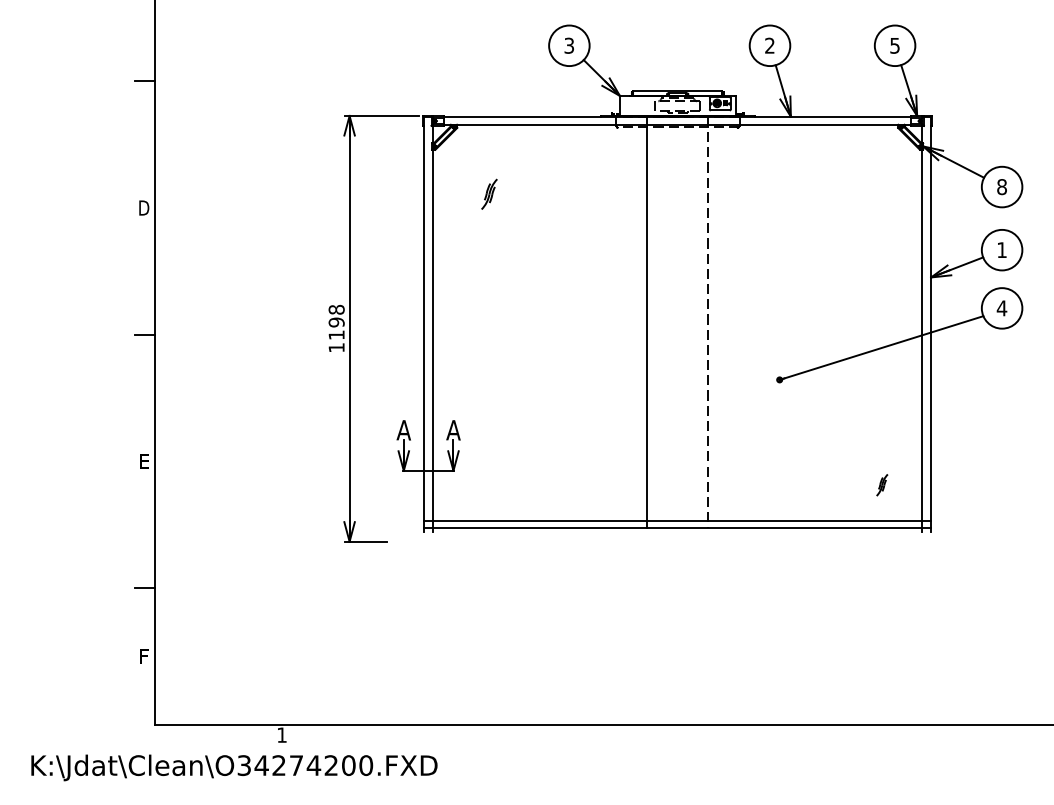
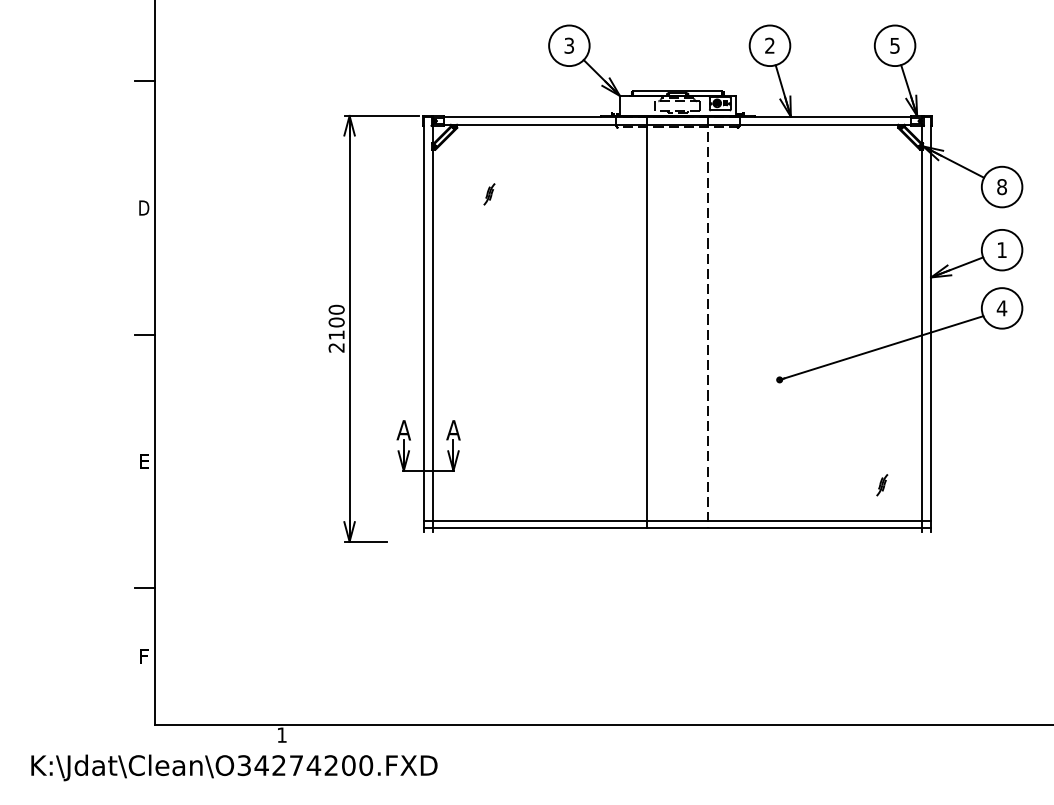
part at (489, 193) size: 17x32 px -> 13x23 px
text at (336, 328): 1198 -> 2100
